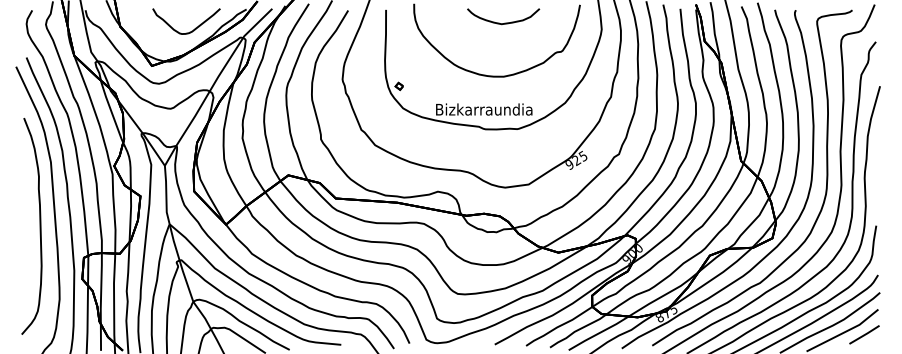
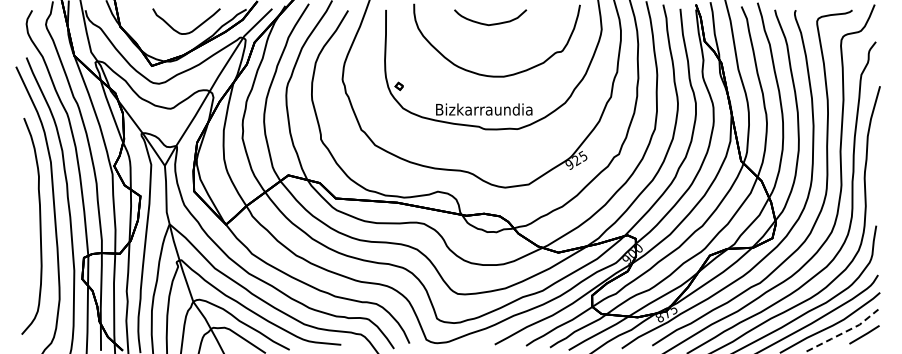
curve at (504, 22) position: (504, 22) -> (491, 23)
line at (844, 332): solid -> dashed
